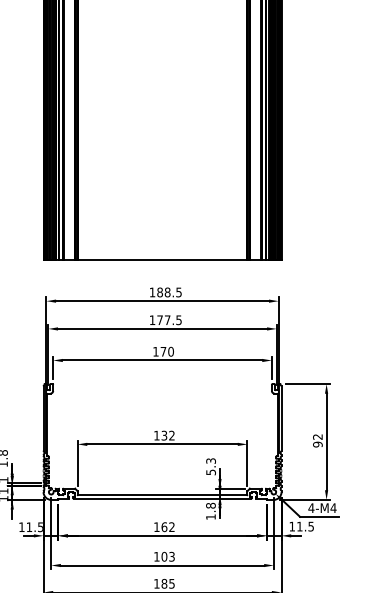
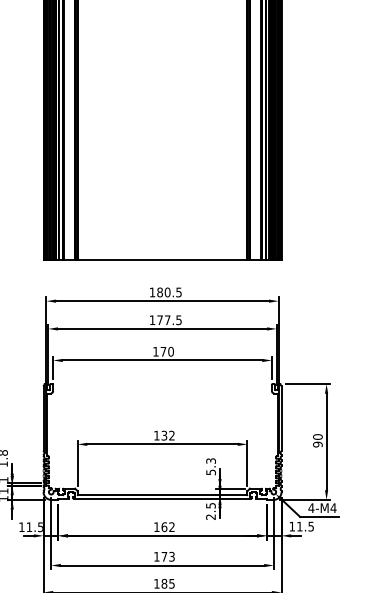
text at (167, 292): 188.5 -> 180.5
text at (317, 436): 92 -> 90
text at (210, 510): 1.8 -> 2.5
text at (164, 556): 103 -> 173
